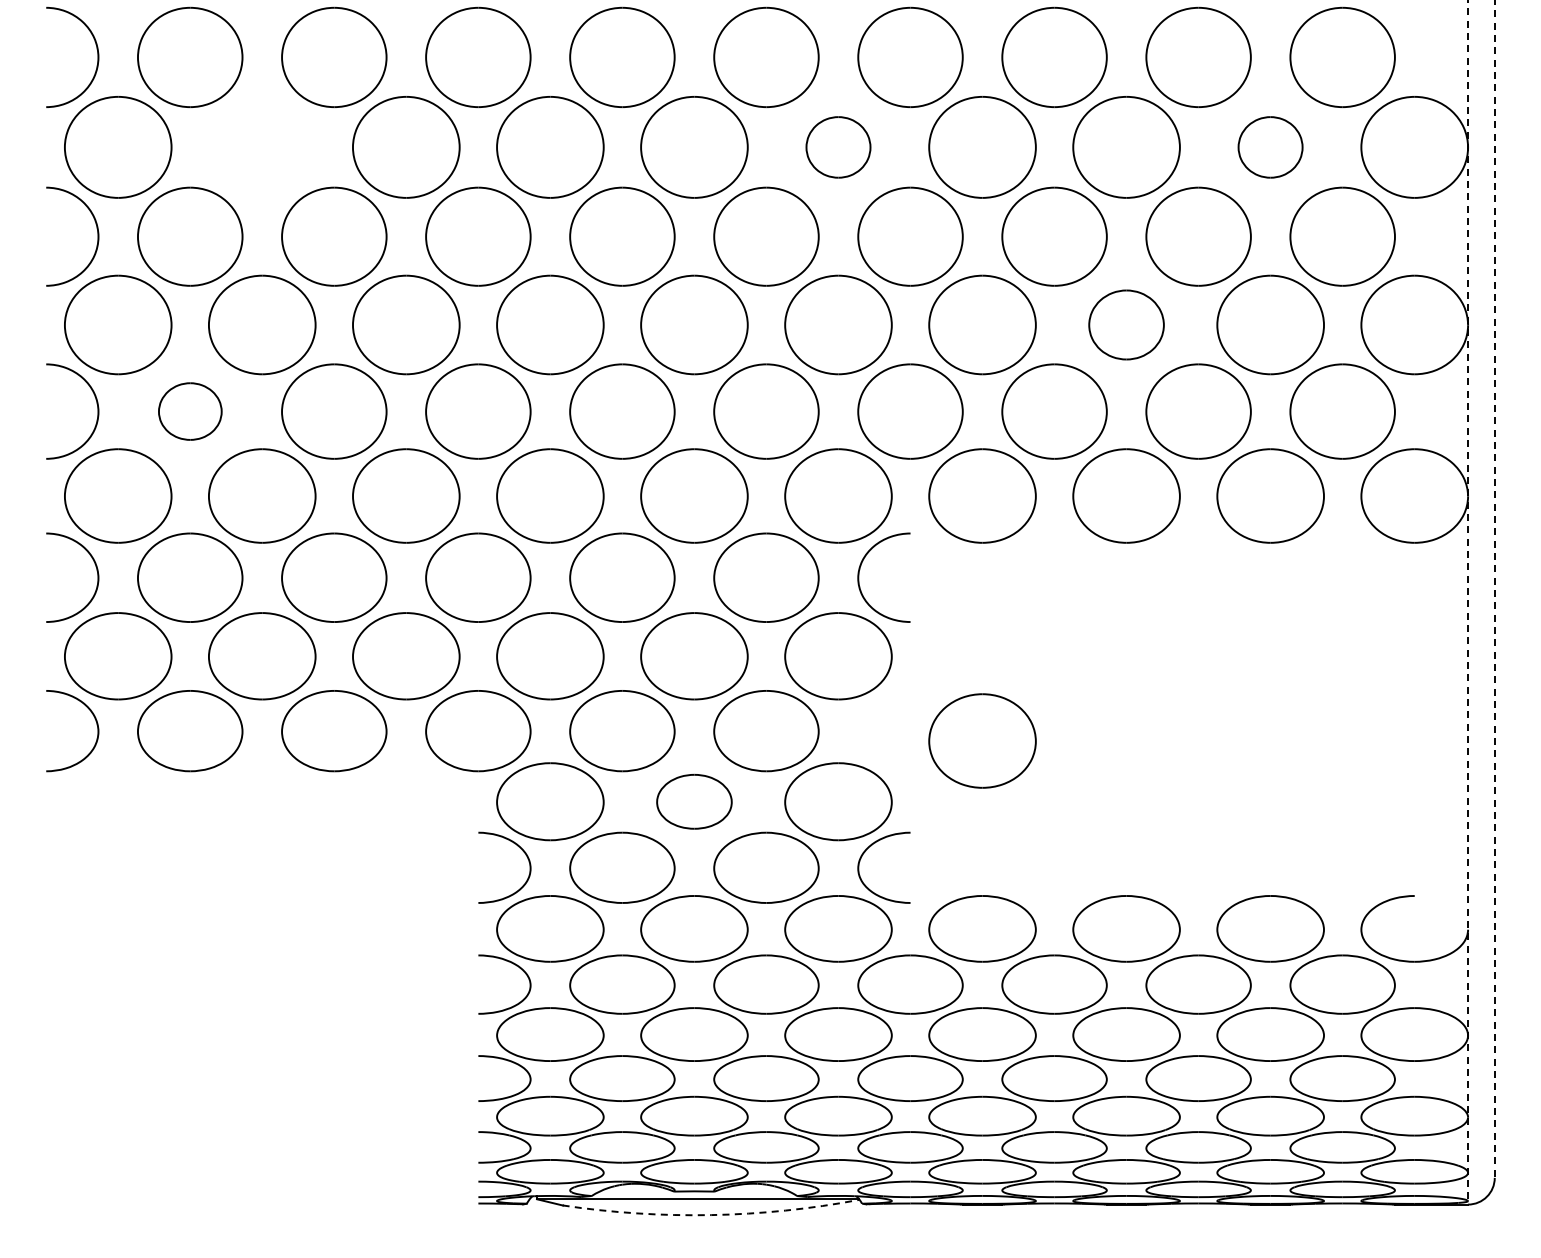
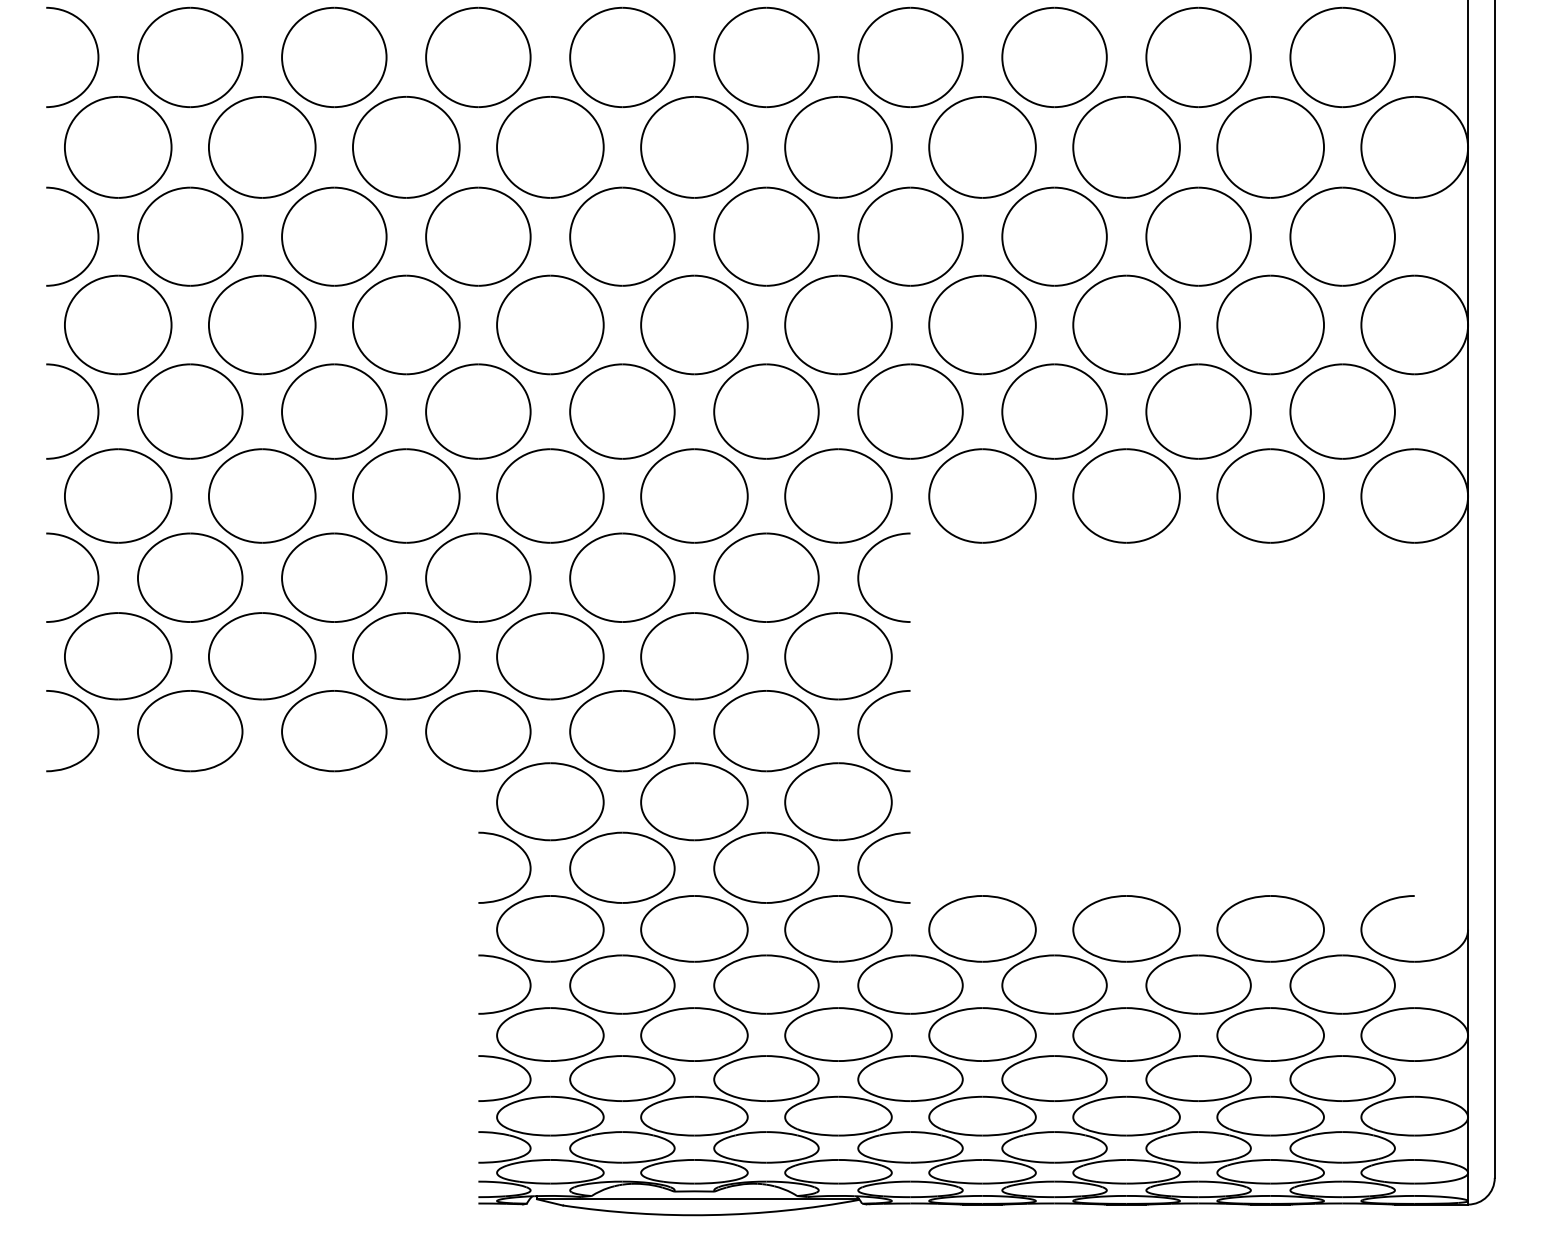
part at (262, 147): none -> present
part at (838, 147) size: 67x63 px -> 109x103 px
part at (1270, 147) size: 67x63 px -> 109x103 px
part at (1126, 324) size: 77x72 px -> 109x102 px
part at (190, 411) size: 65x59 px -> 107x97 px
line at (1494, 589): dashed -> solid
line at (1468, 602): dashed -> solid
curve at (859, 731): none -> present
part at (982, 740): present -> none
part at (694, 801) size: 77x57 px -> 109x80 px
arc at (711, 1215): dashed -> solid
